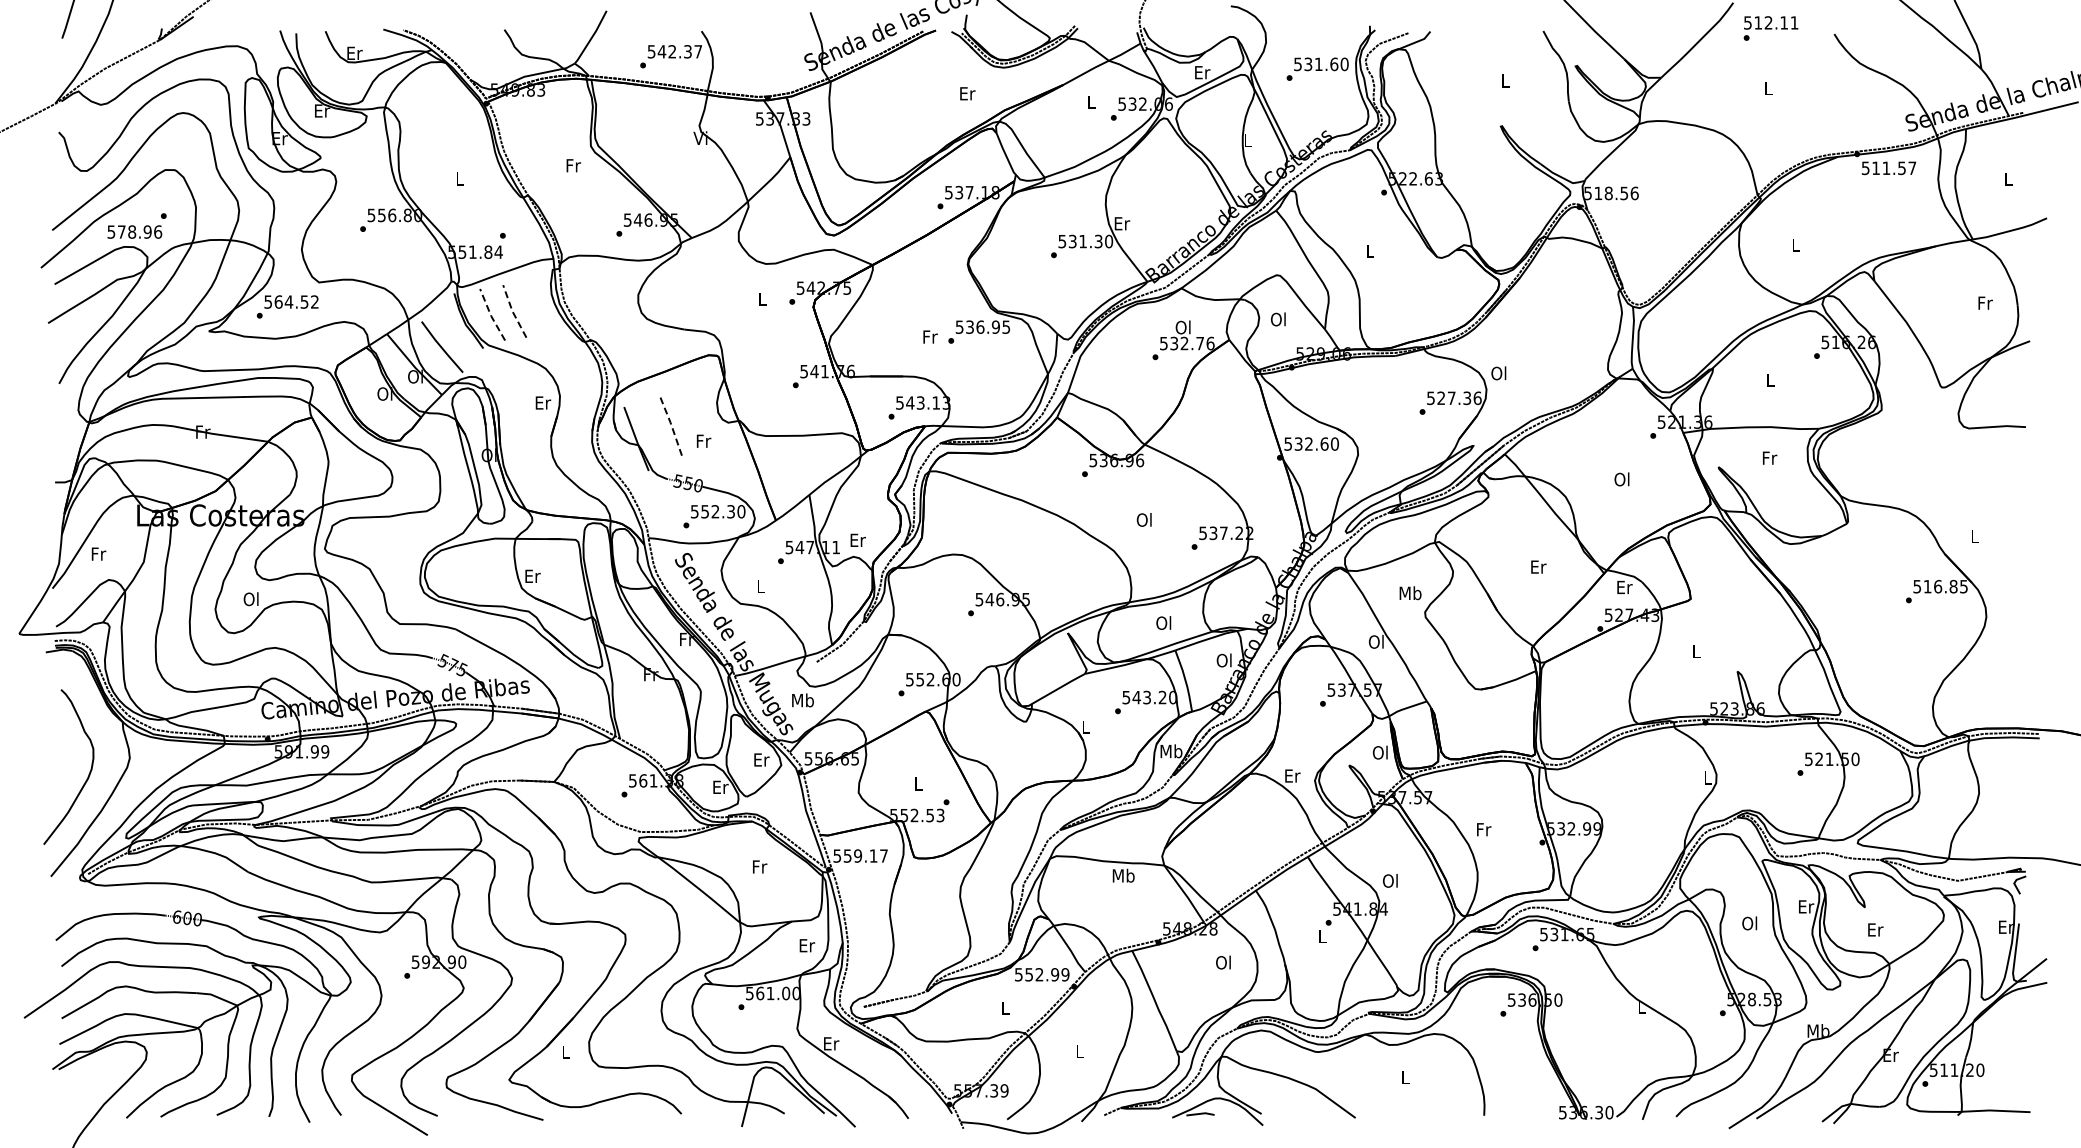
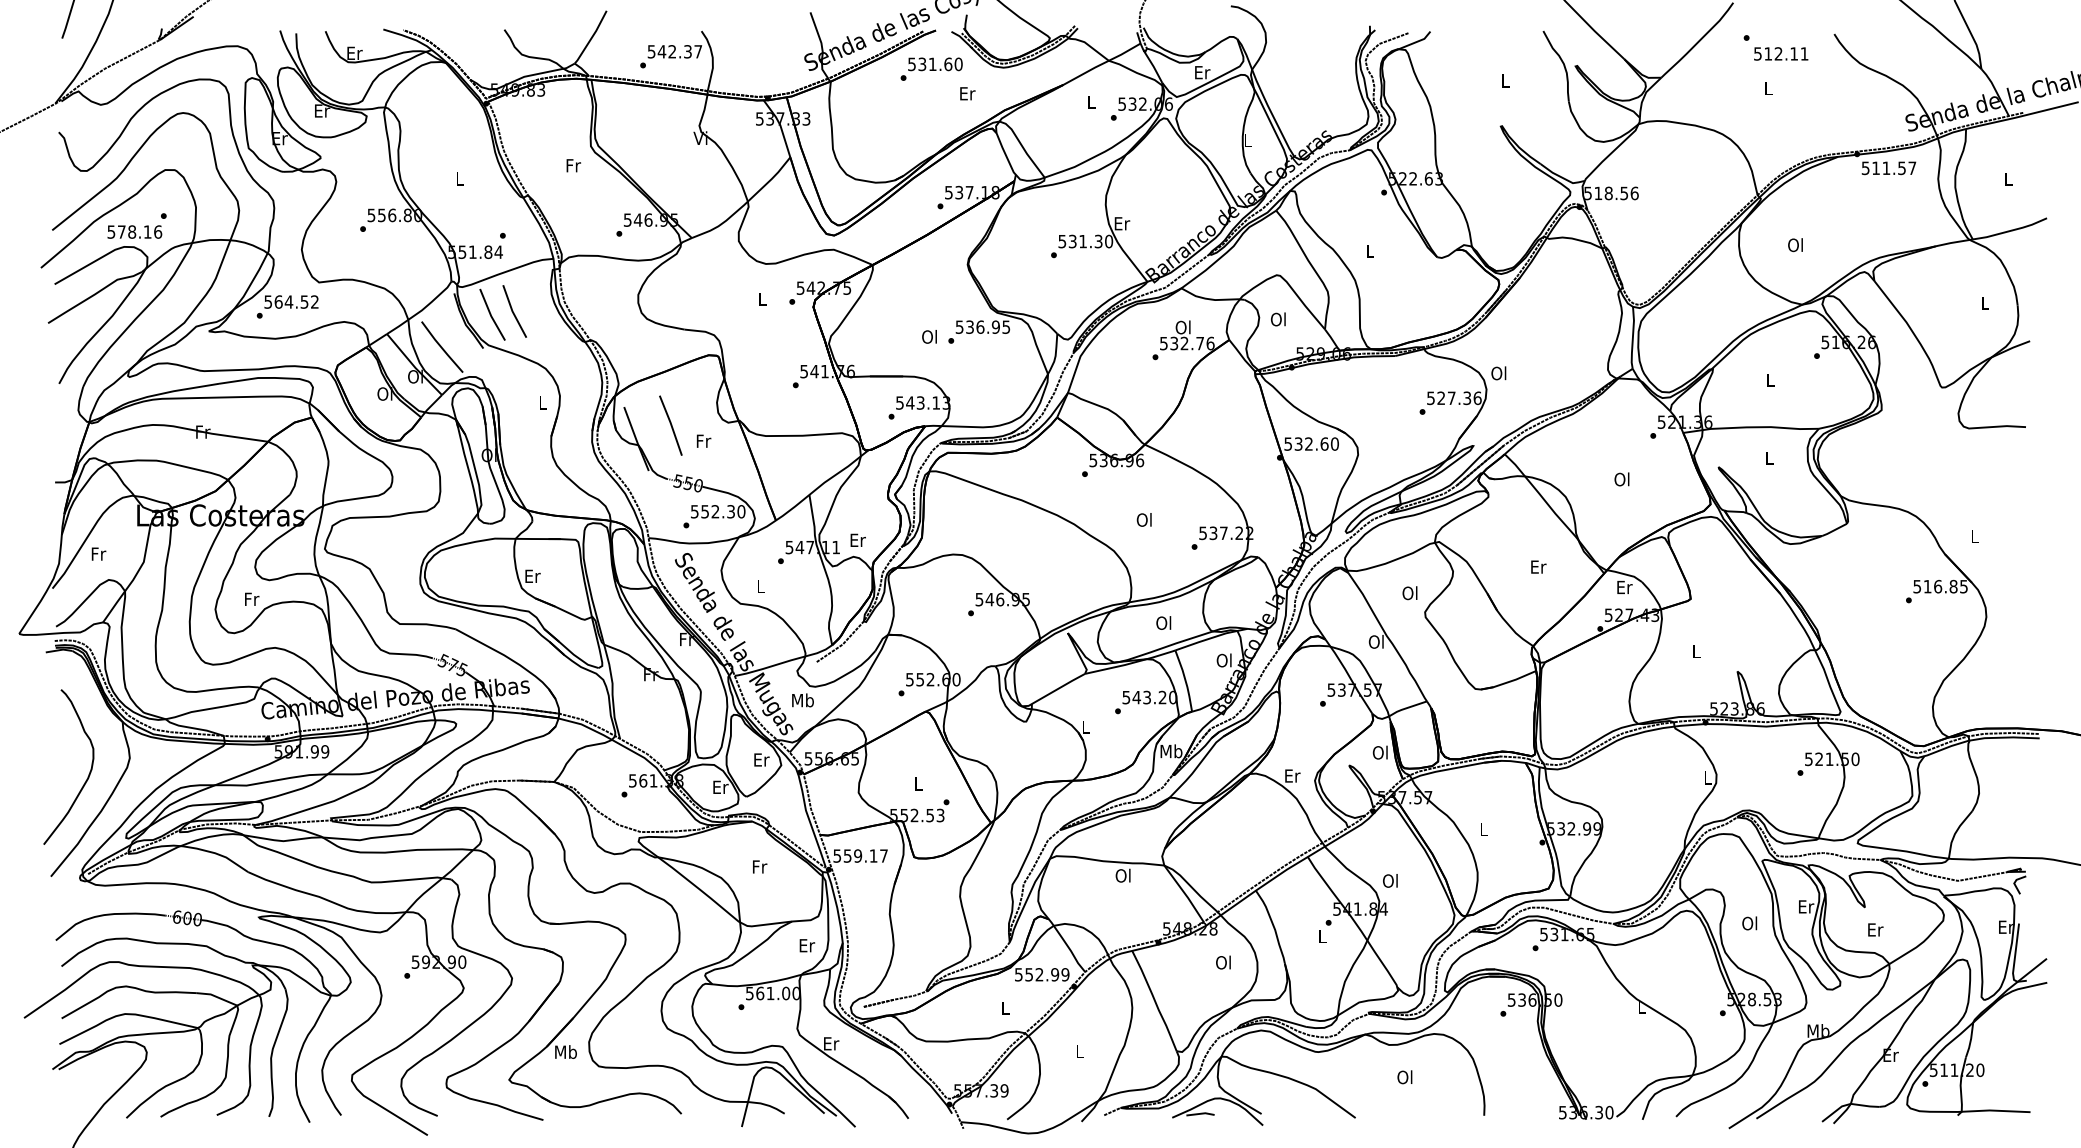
text at (1771, 22) position: (1771, 22) -> (1781, 53)
text at (1317, 68) position: (1317, 68) -> (931, 68)
text at (147, 231): 578.96 -> 578.16
text at (1795, 245): L -> Ol
text at (1985, 302): Fr -> L
line at (512, 311): dashed -> solid
line at (491, 316): dashed -> solid
text at (929, 336): Fr -> Ol
text at (543, 402): Er -> L
line at (671, 424): dashed -> solid
text at (1769, 457): Fr -> L
text at (1410, 593): Mb -> Ol
text at (251, 599): Ol -> Fr
text at (1484, 829): Fr -> L
text at (1123, 875): Mb -> Ol
text at (565, 1051): L -> Mb
text at (1404, 1077): L -> Ol
